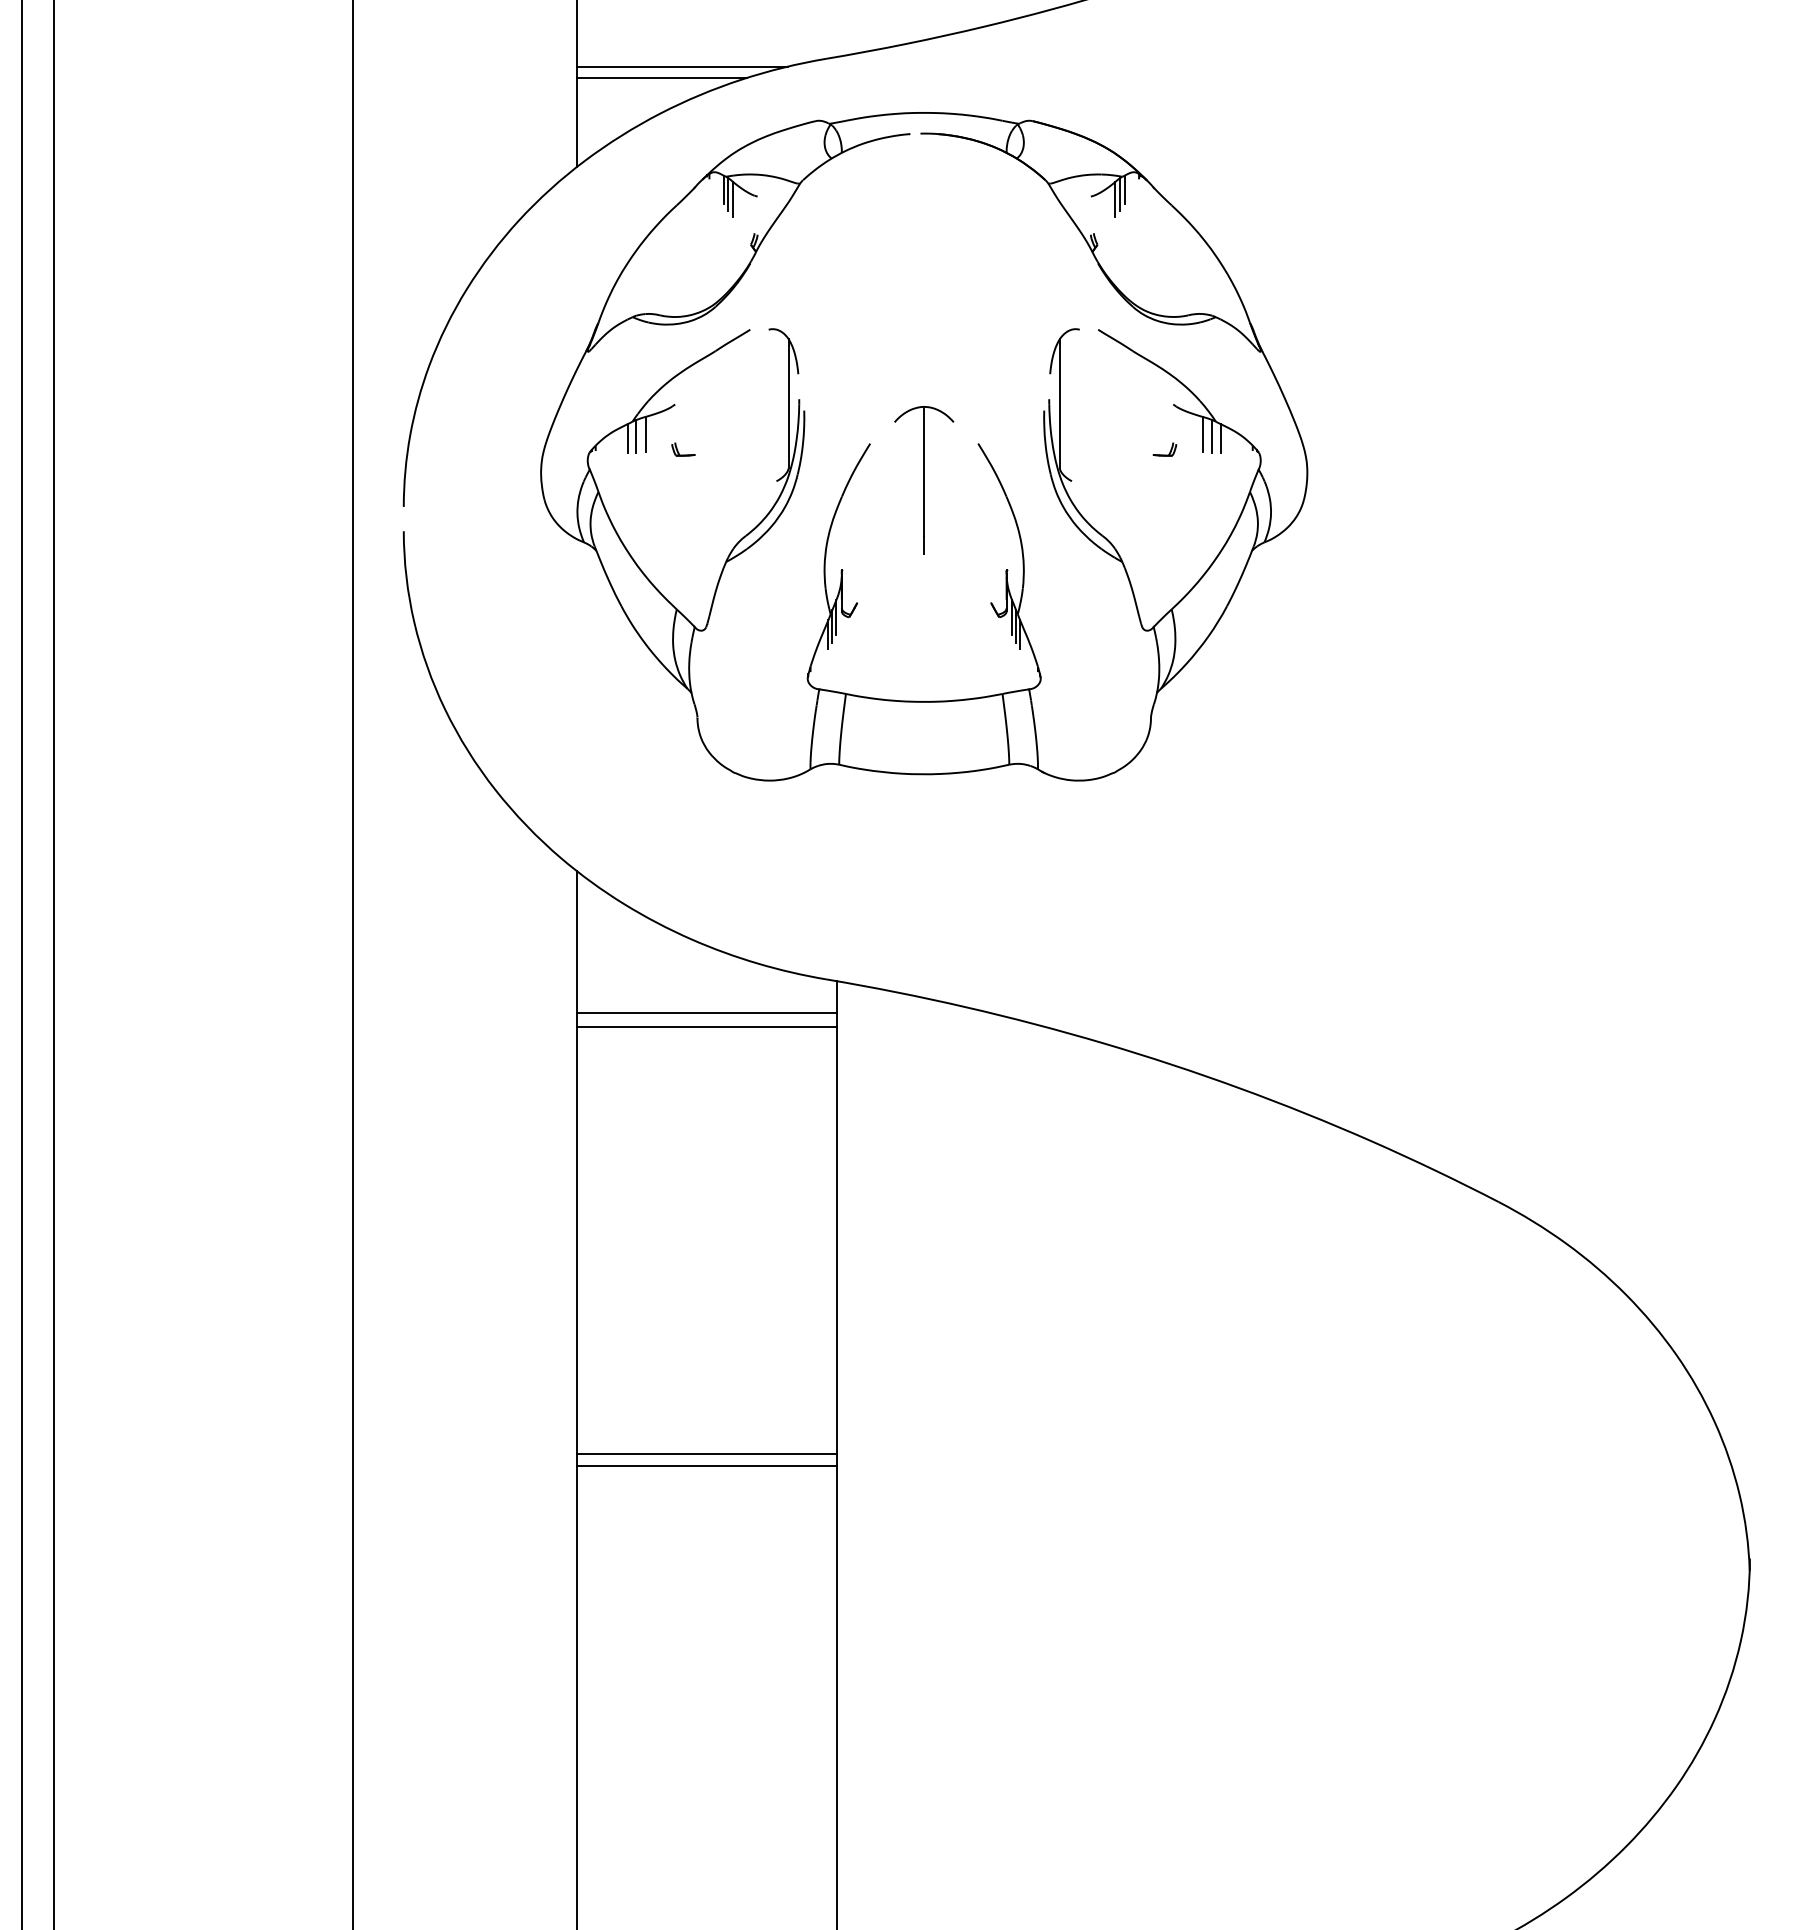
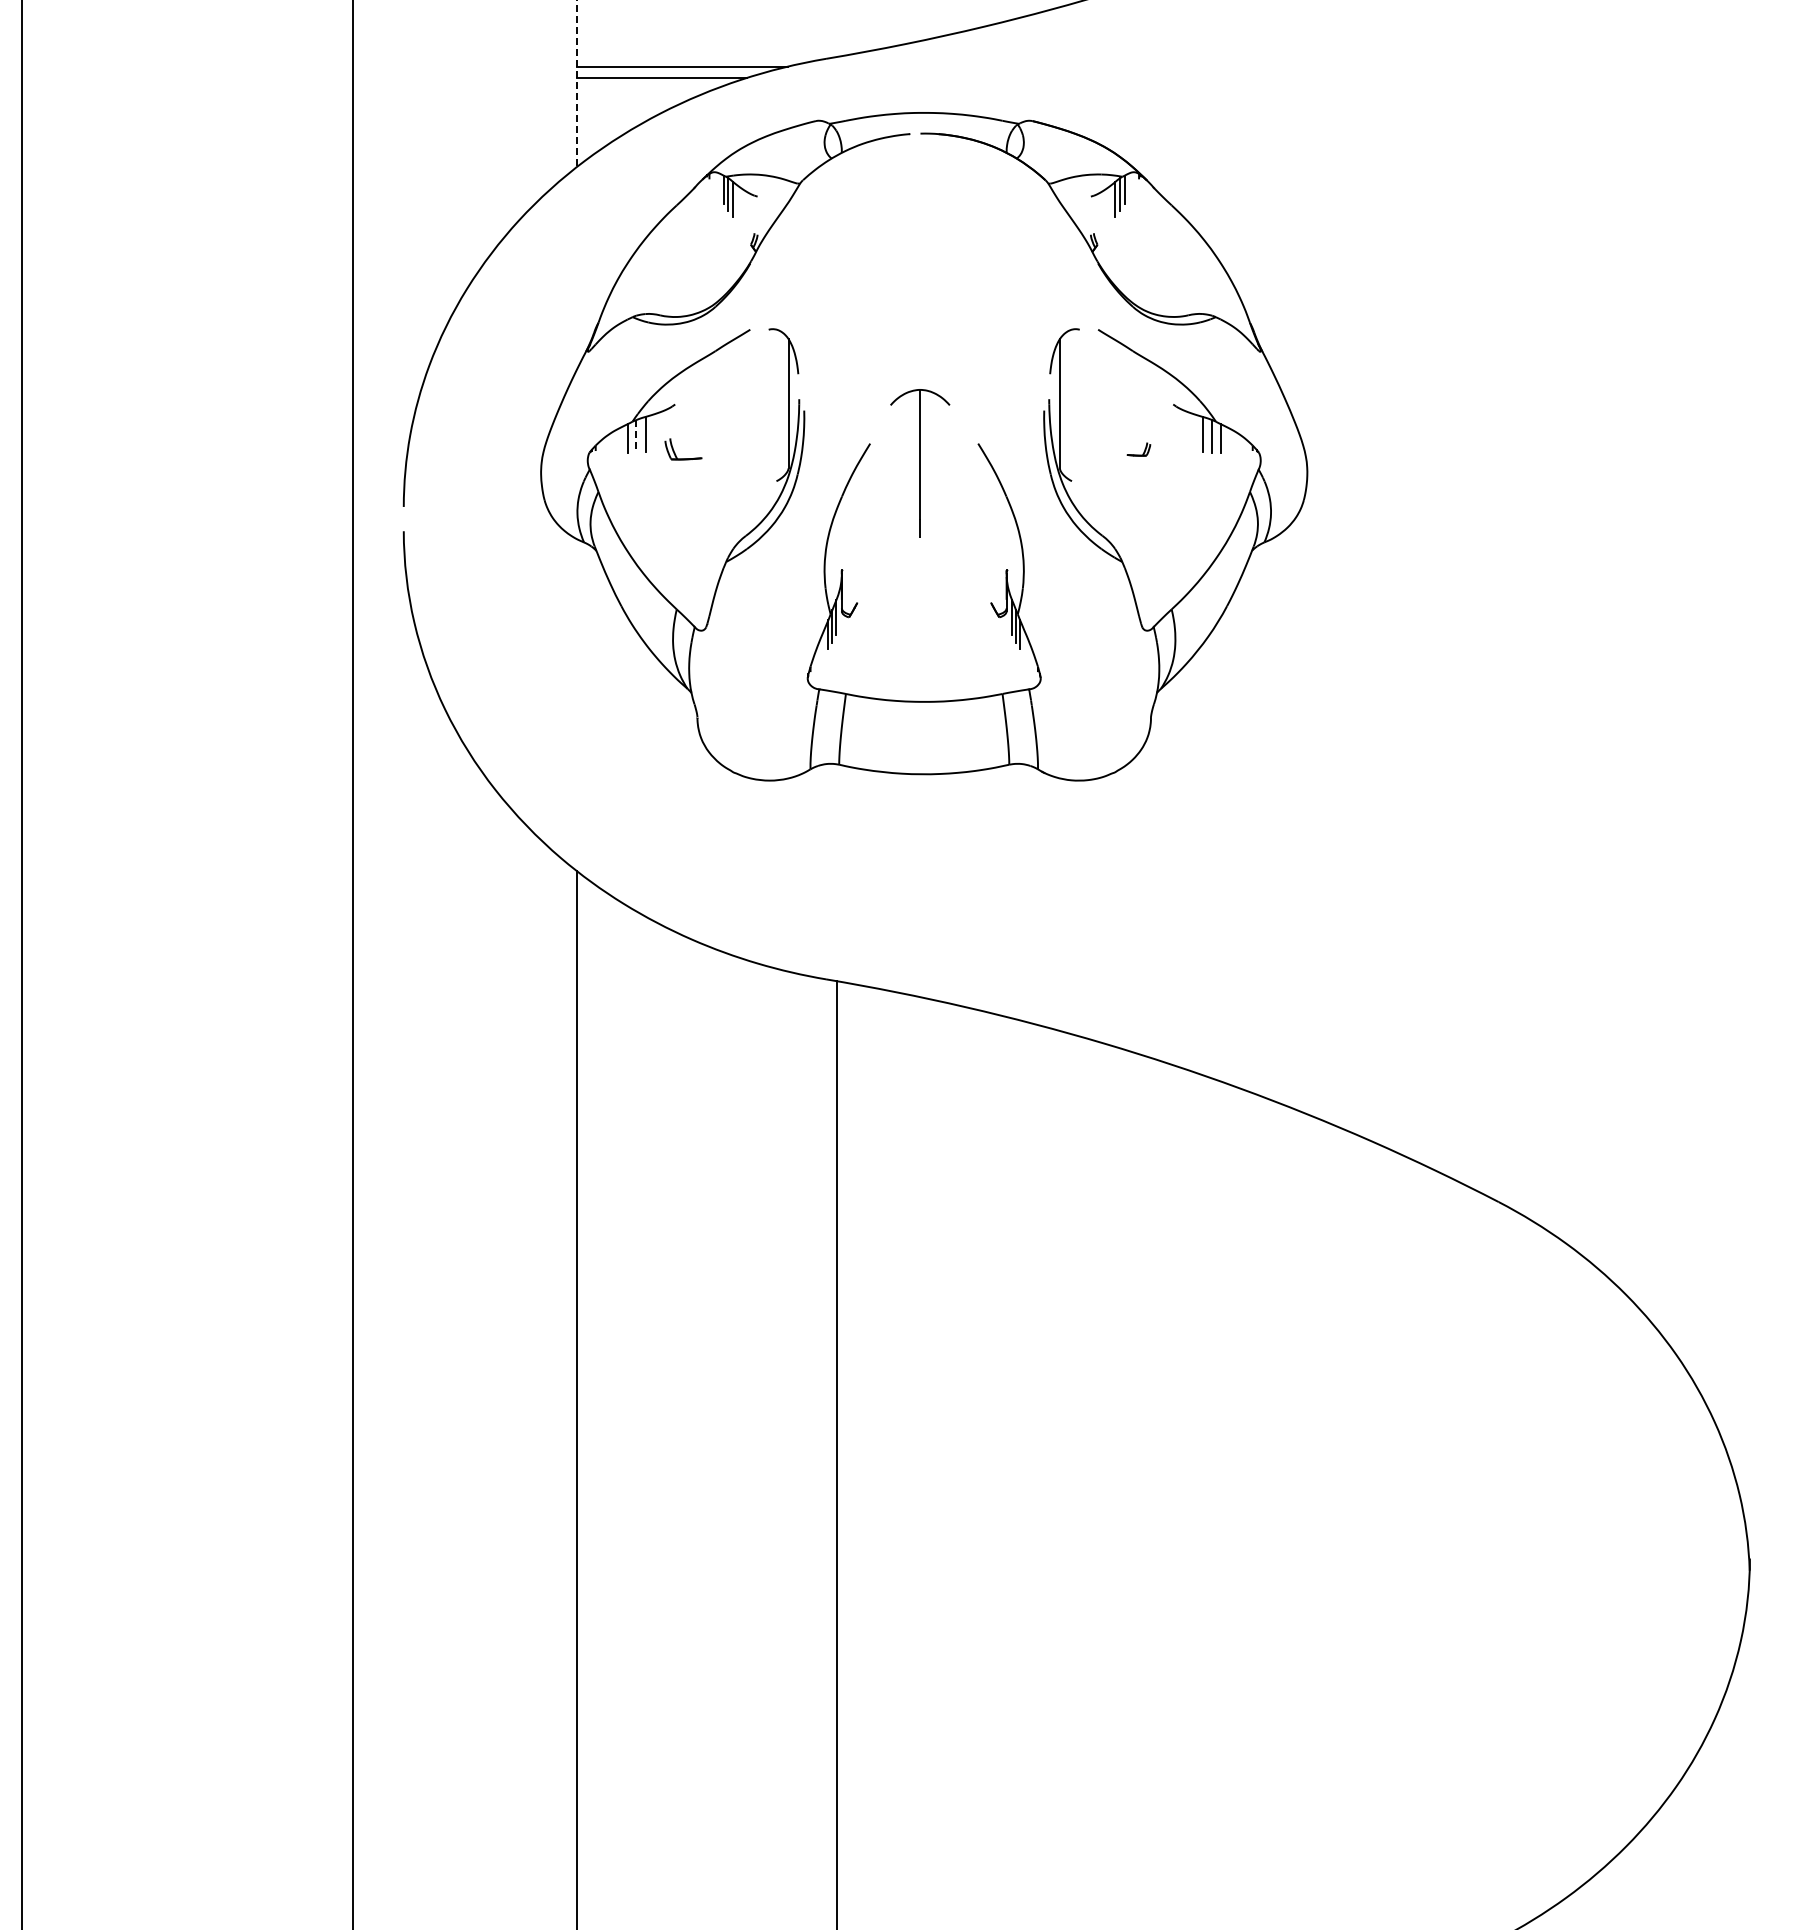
line at (577, 83): solid -> dashed
line at (636, 436): solid -> dashed
part at (683, 449) size: 25x15 px -> 39x23 px
part at (1164, 449) position: (1164, 449) -> (1138, 449)
part at (924, 480) position: (924, 480) -> (920, 463)
line at (54, 964): present -> none
line at (707, 1013): present -> none
line at (707, 1026): present -> none
line at (707, 1454): present -> none
line at (707, 1465): present -> none
